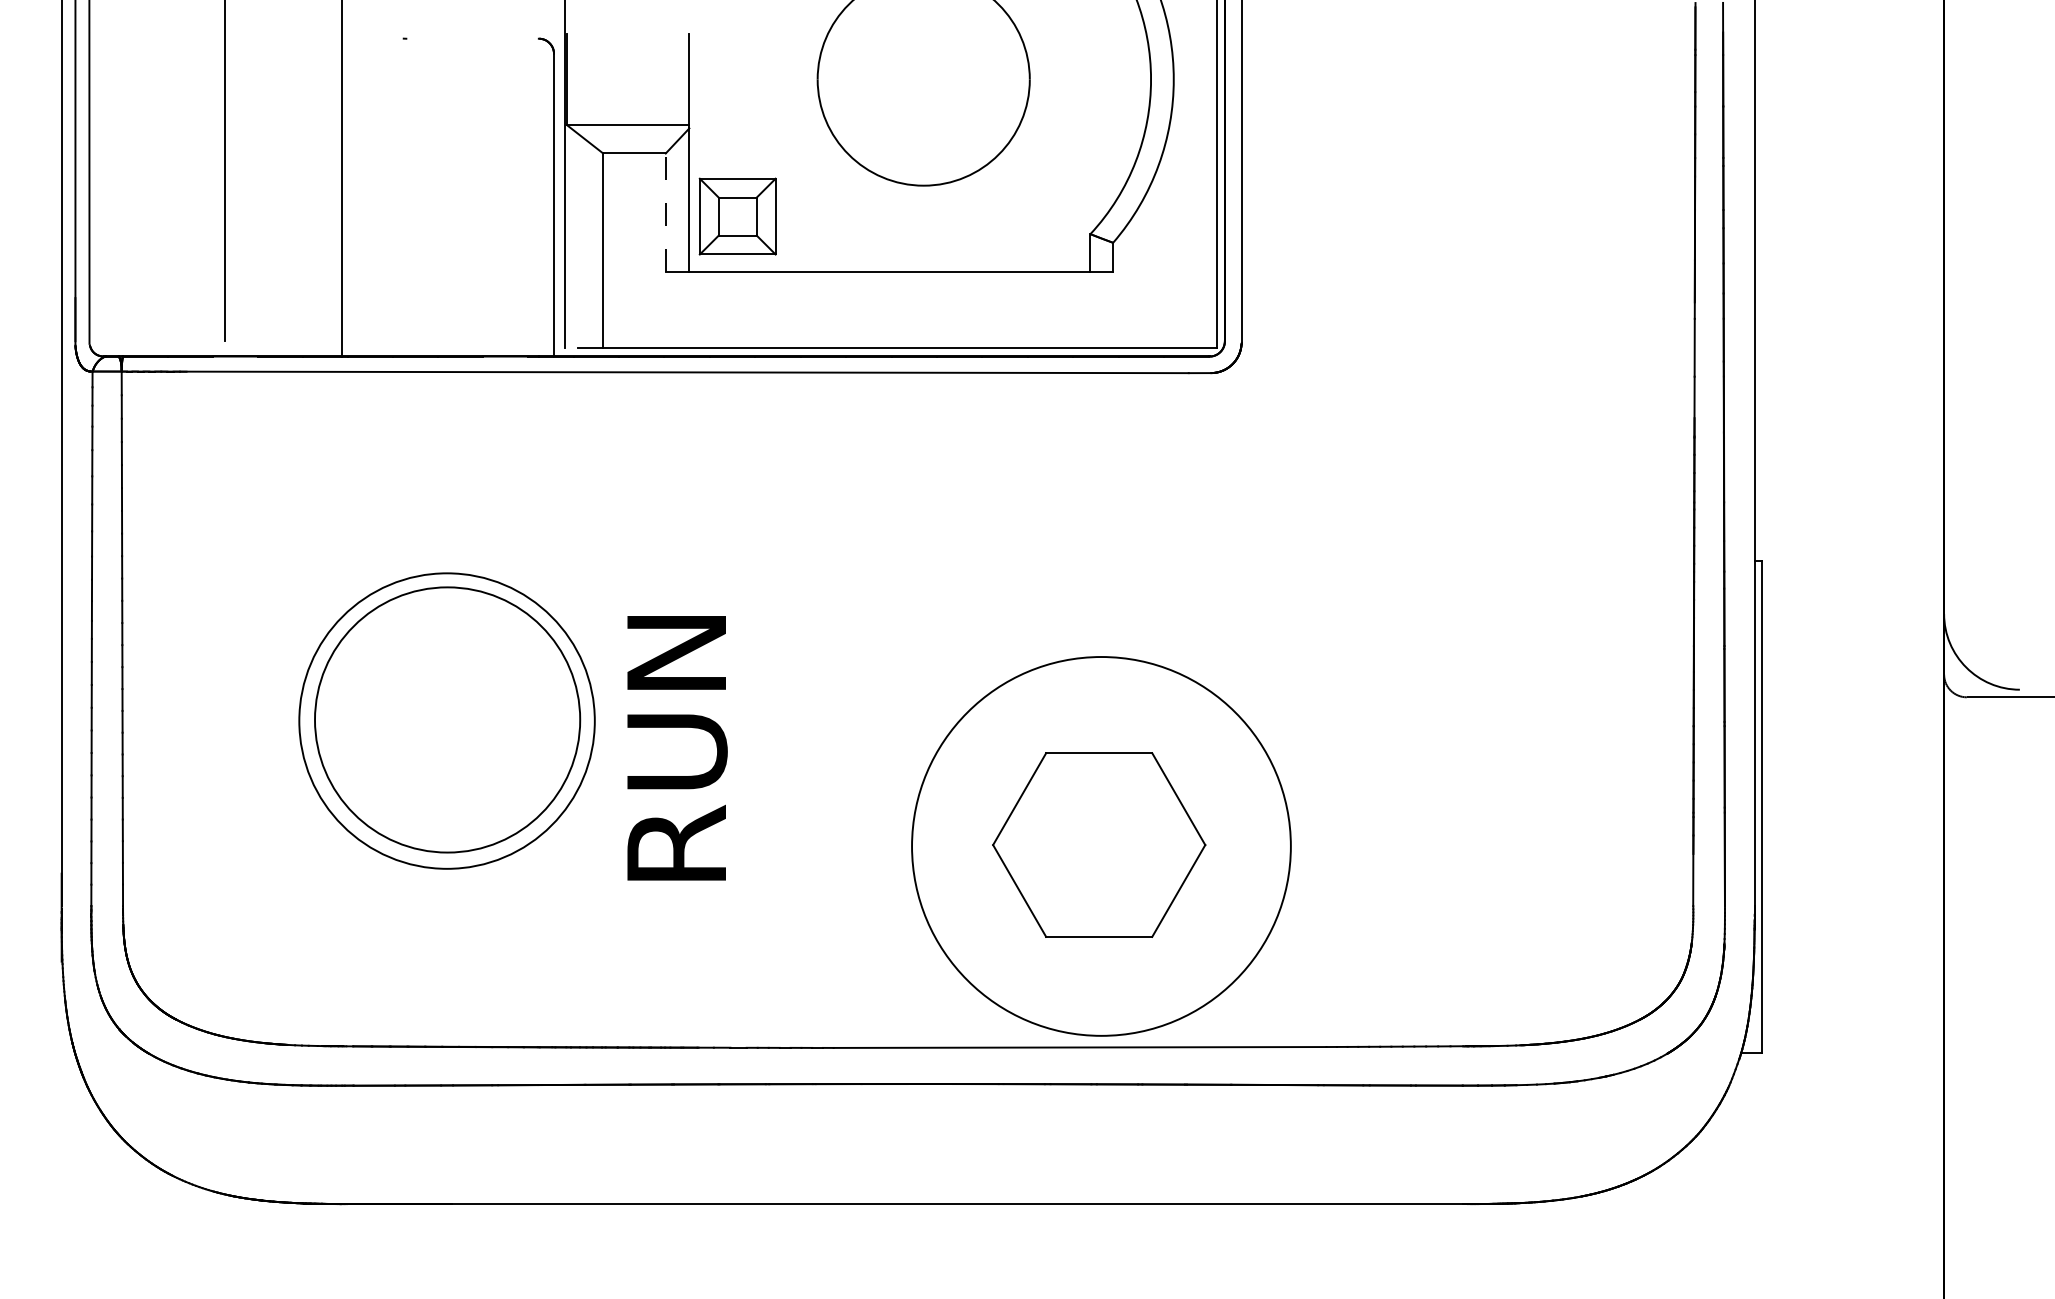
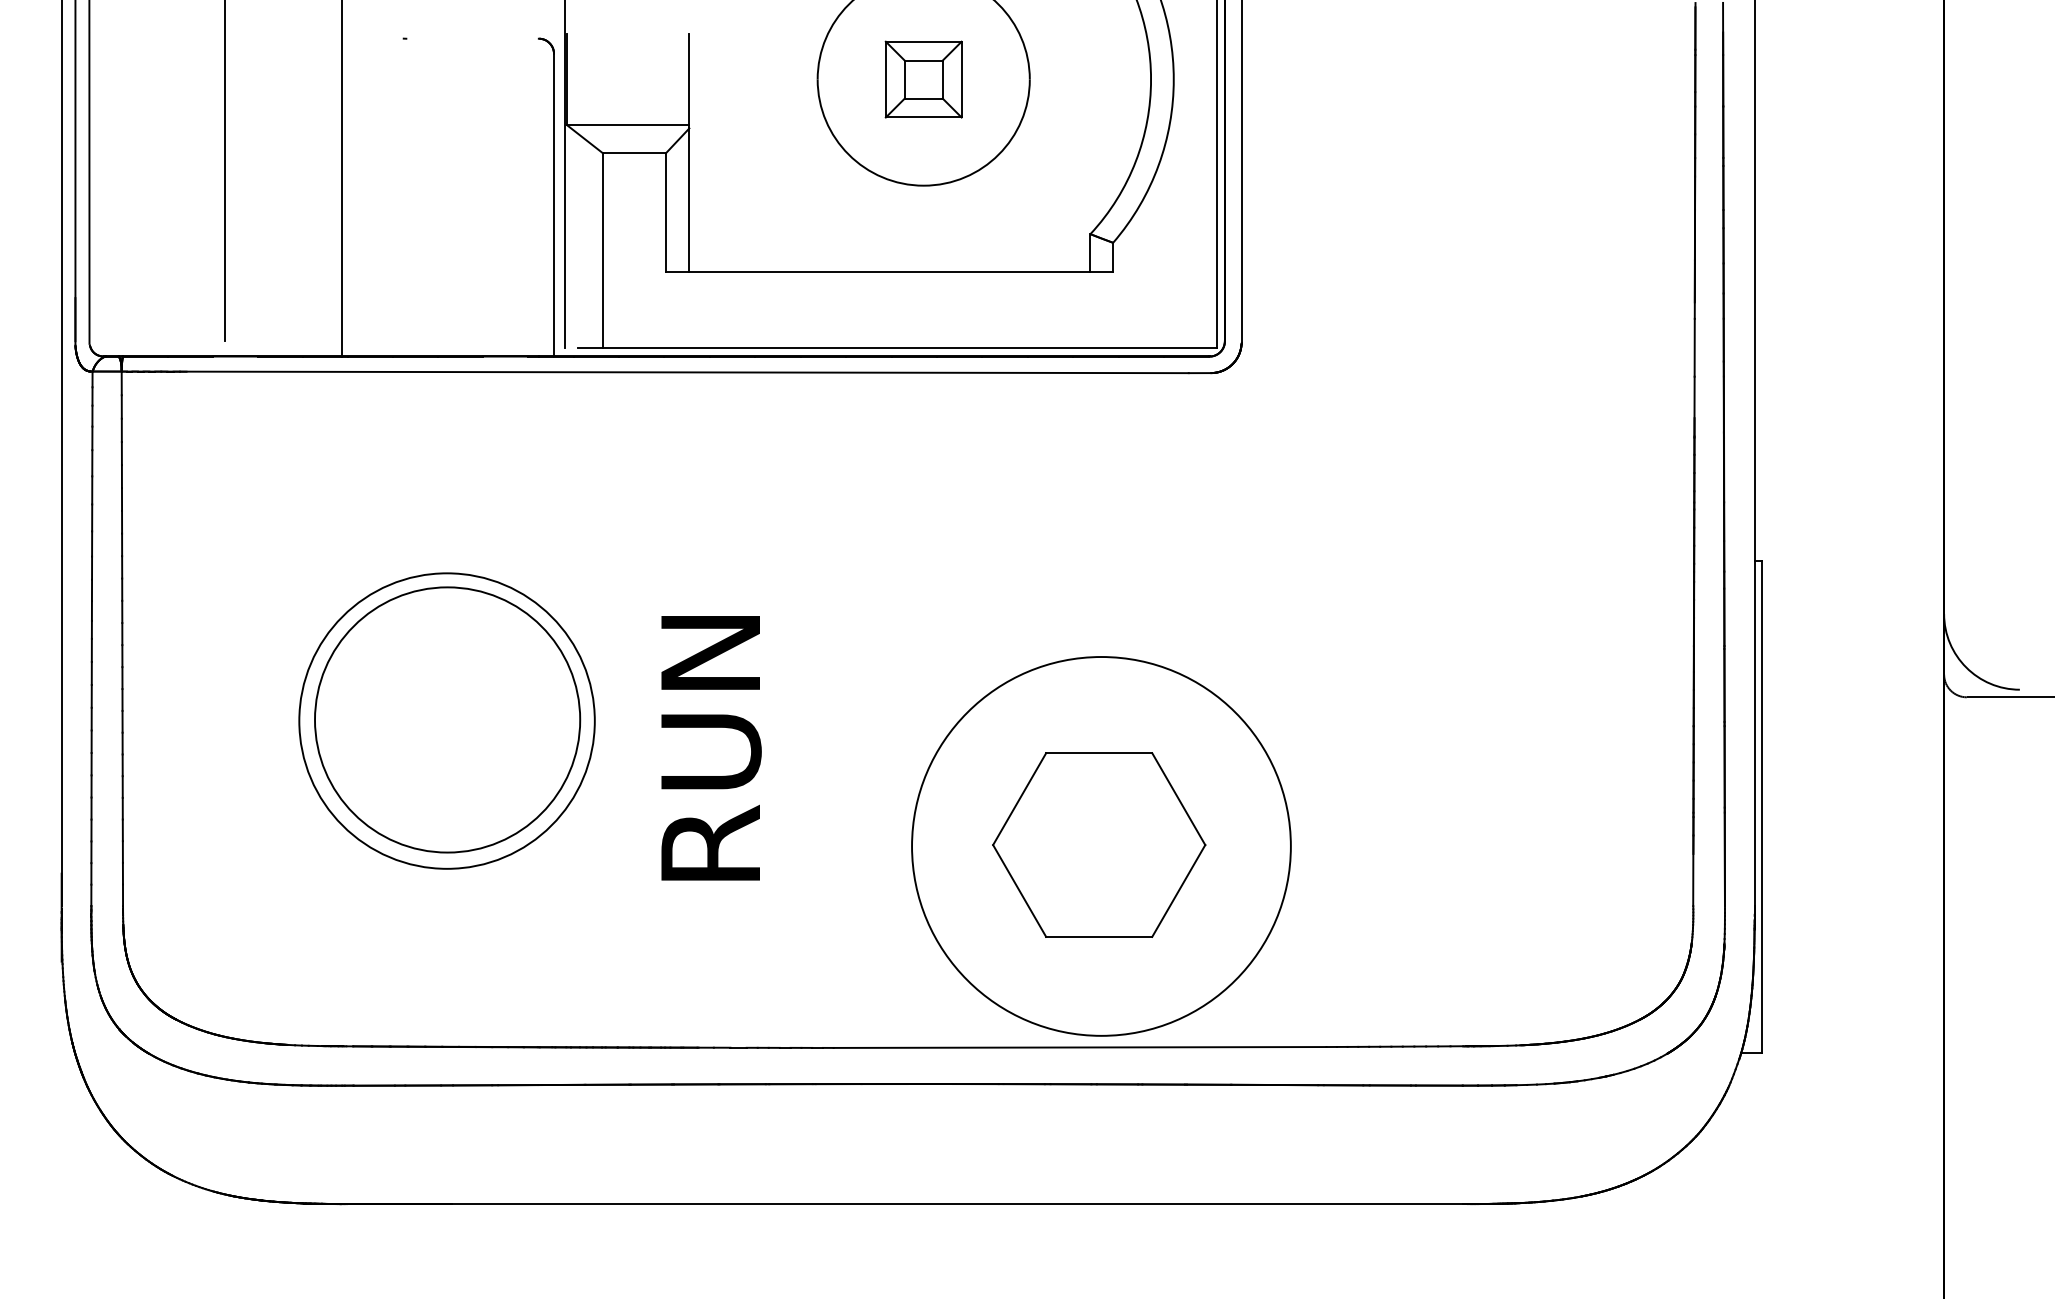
line at (665, 212): dashed -> solid
part at (737, 216) position: (737, 216) -> (923, 79)
text at (677, 748) position: (677, 748) -> (711, 748)
